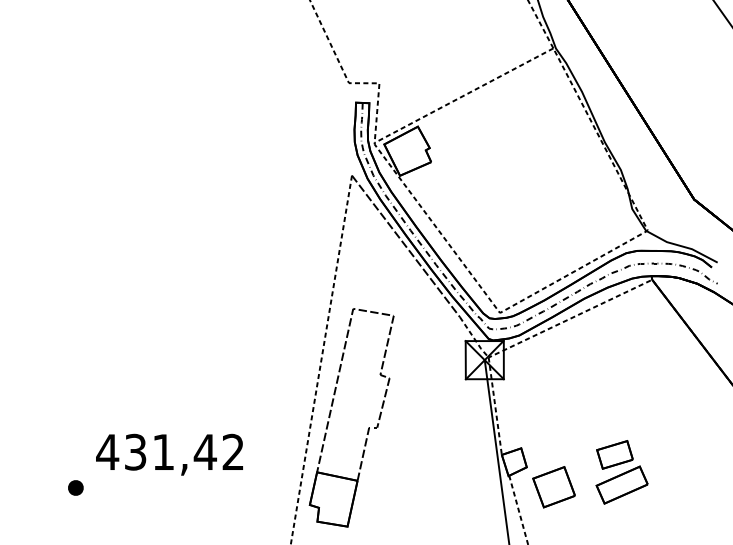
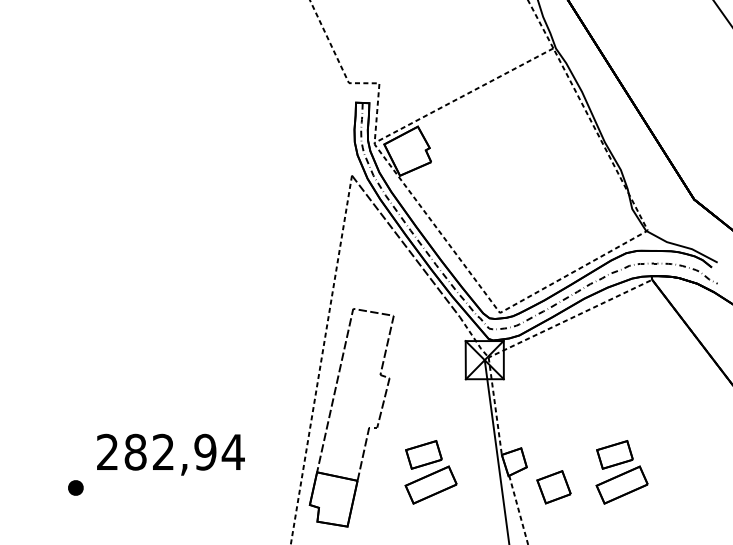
text at (170, 451): 431,42 -> 282,94
part at (430, 472): none -> present
part at (553, 487) size: 44x43 px -> 36x35 px
